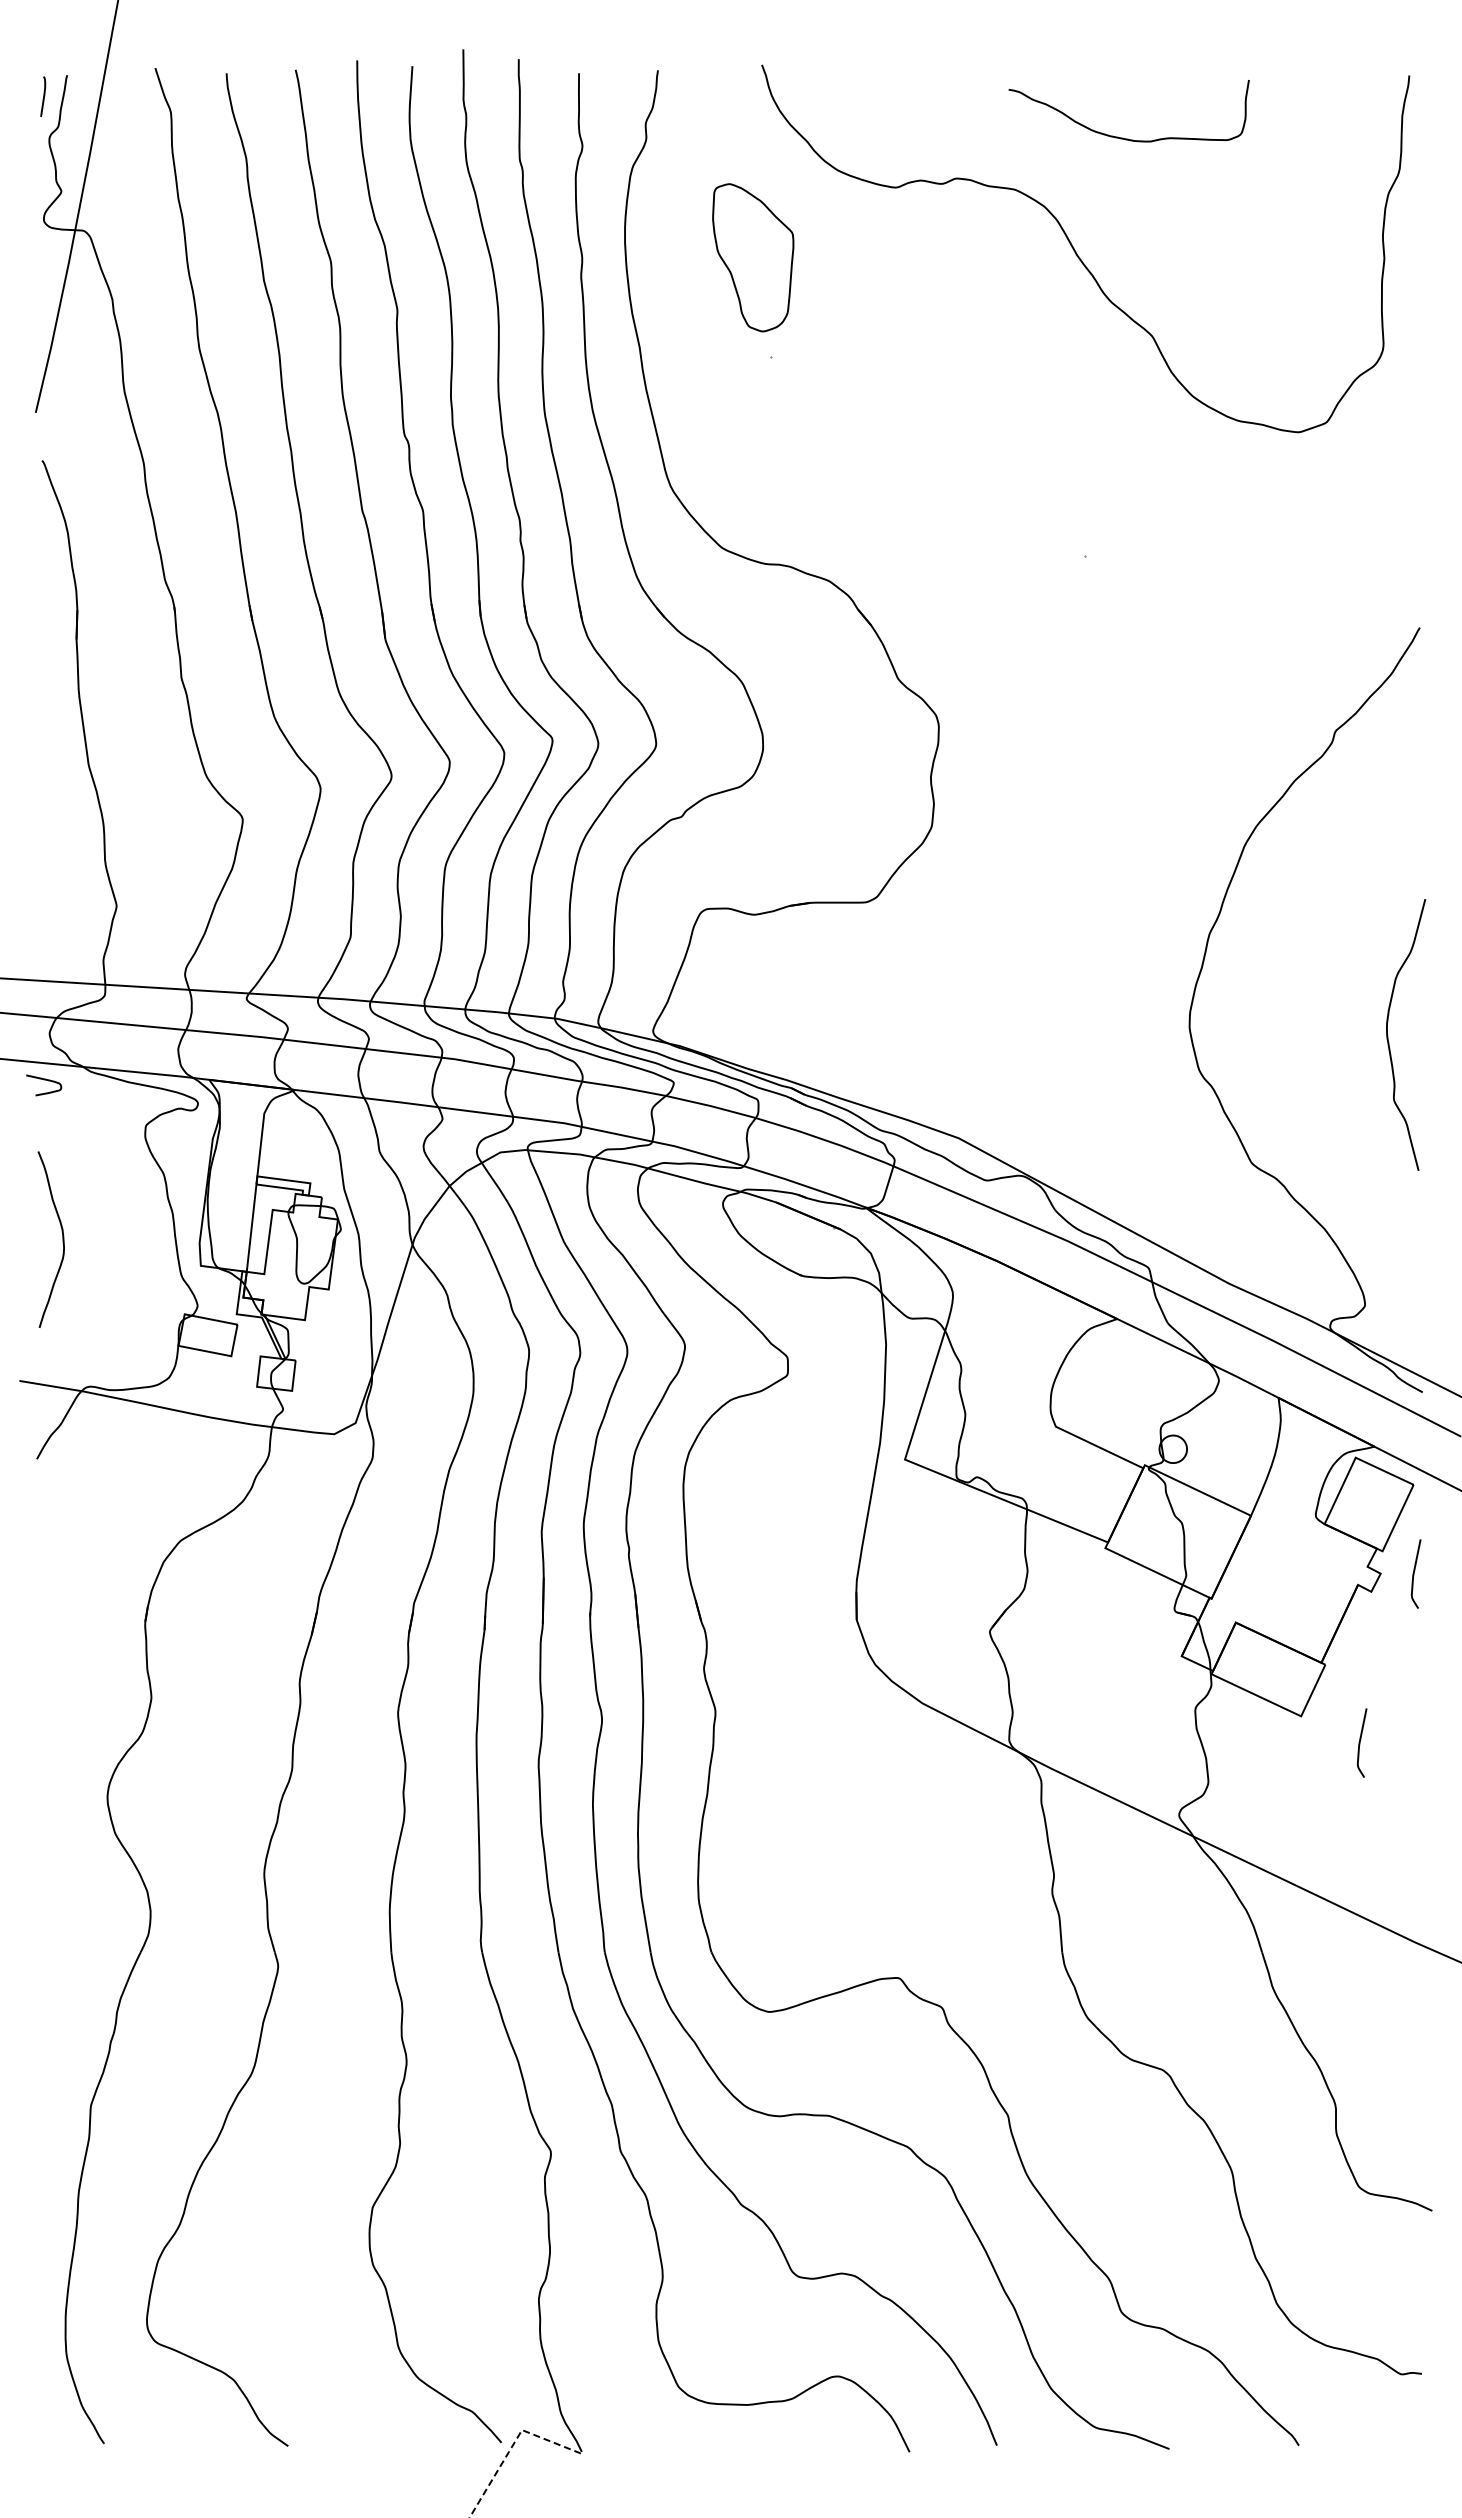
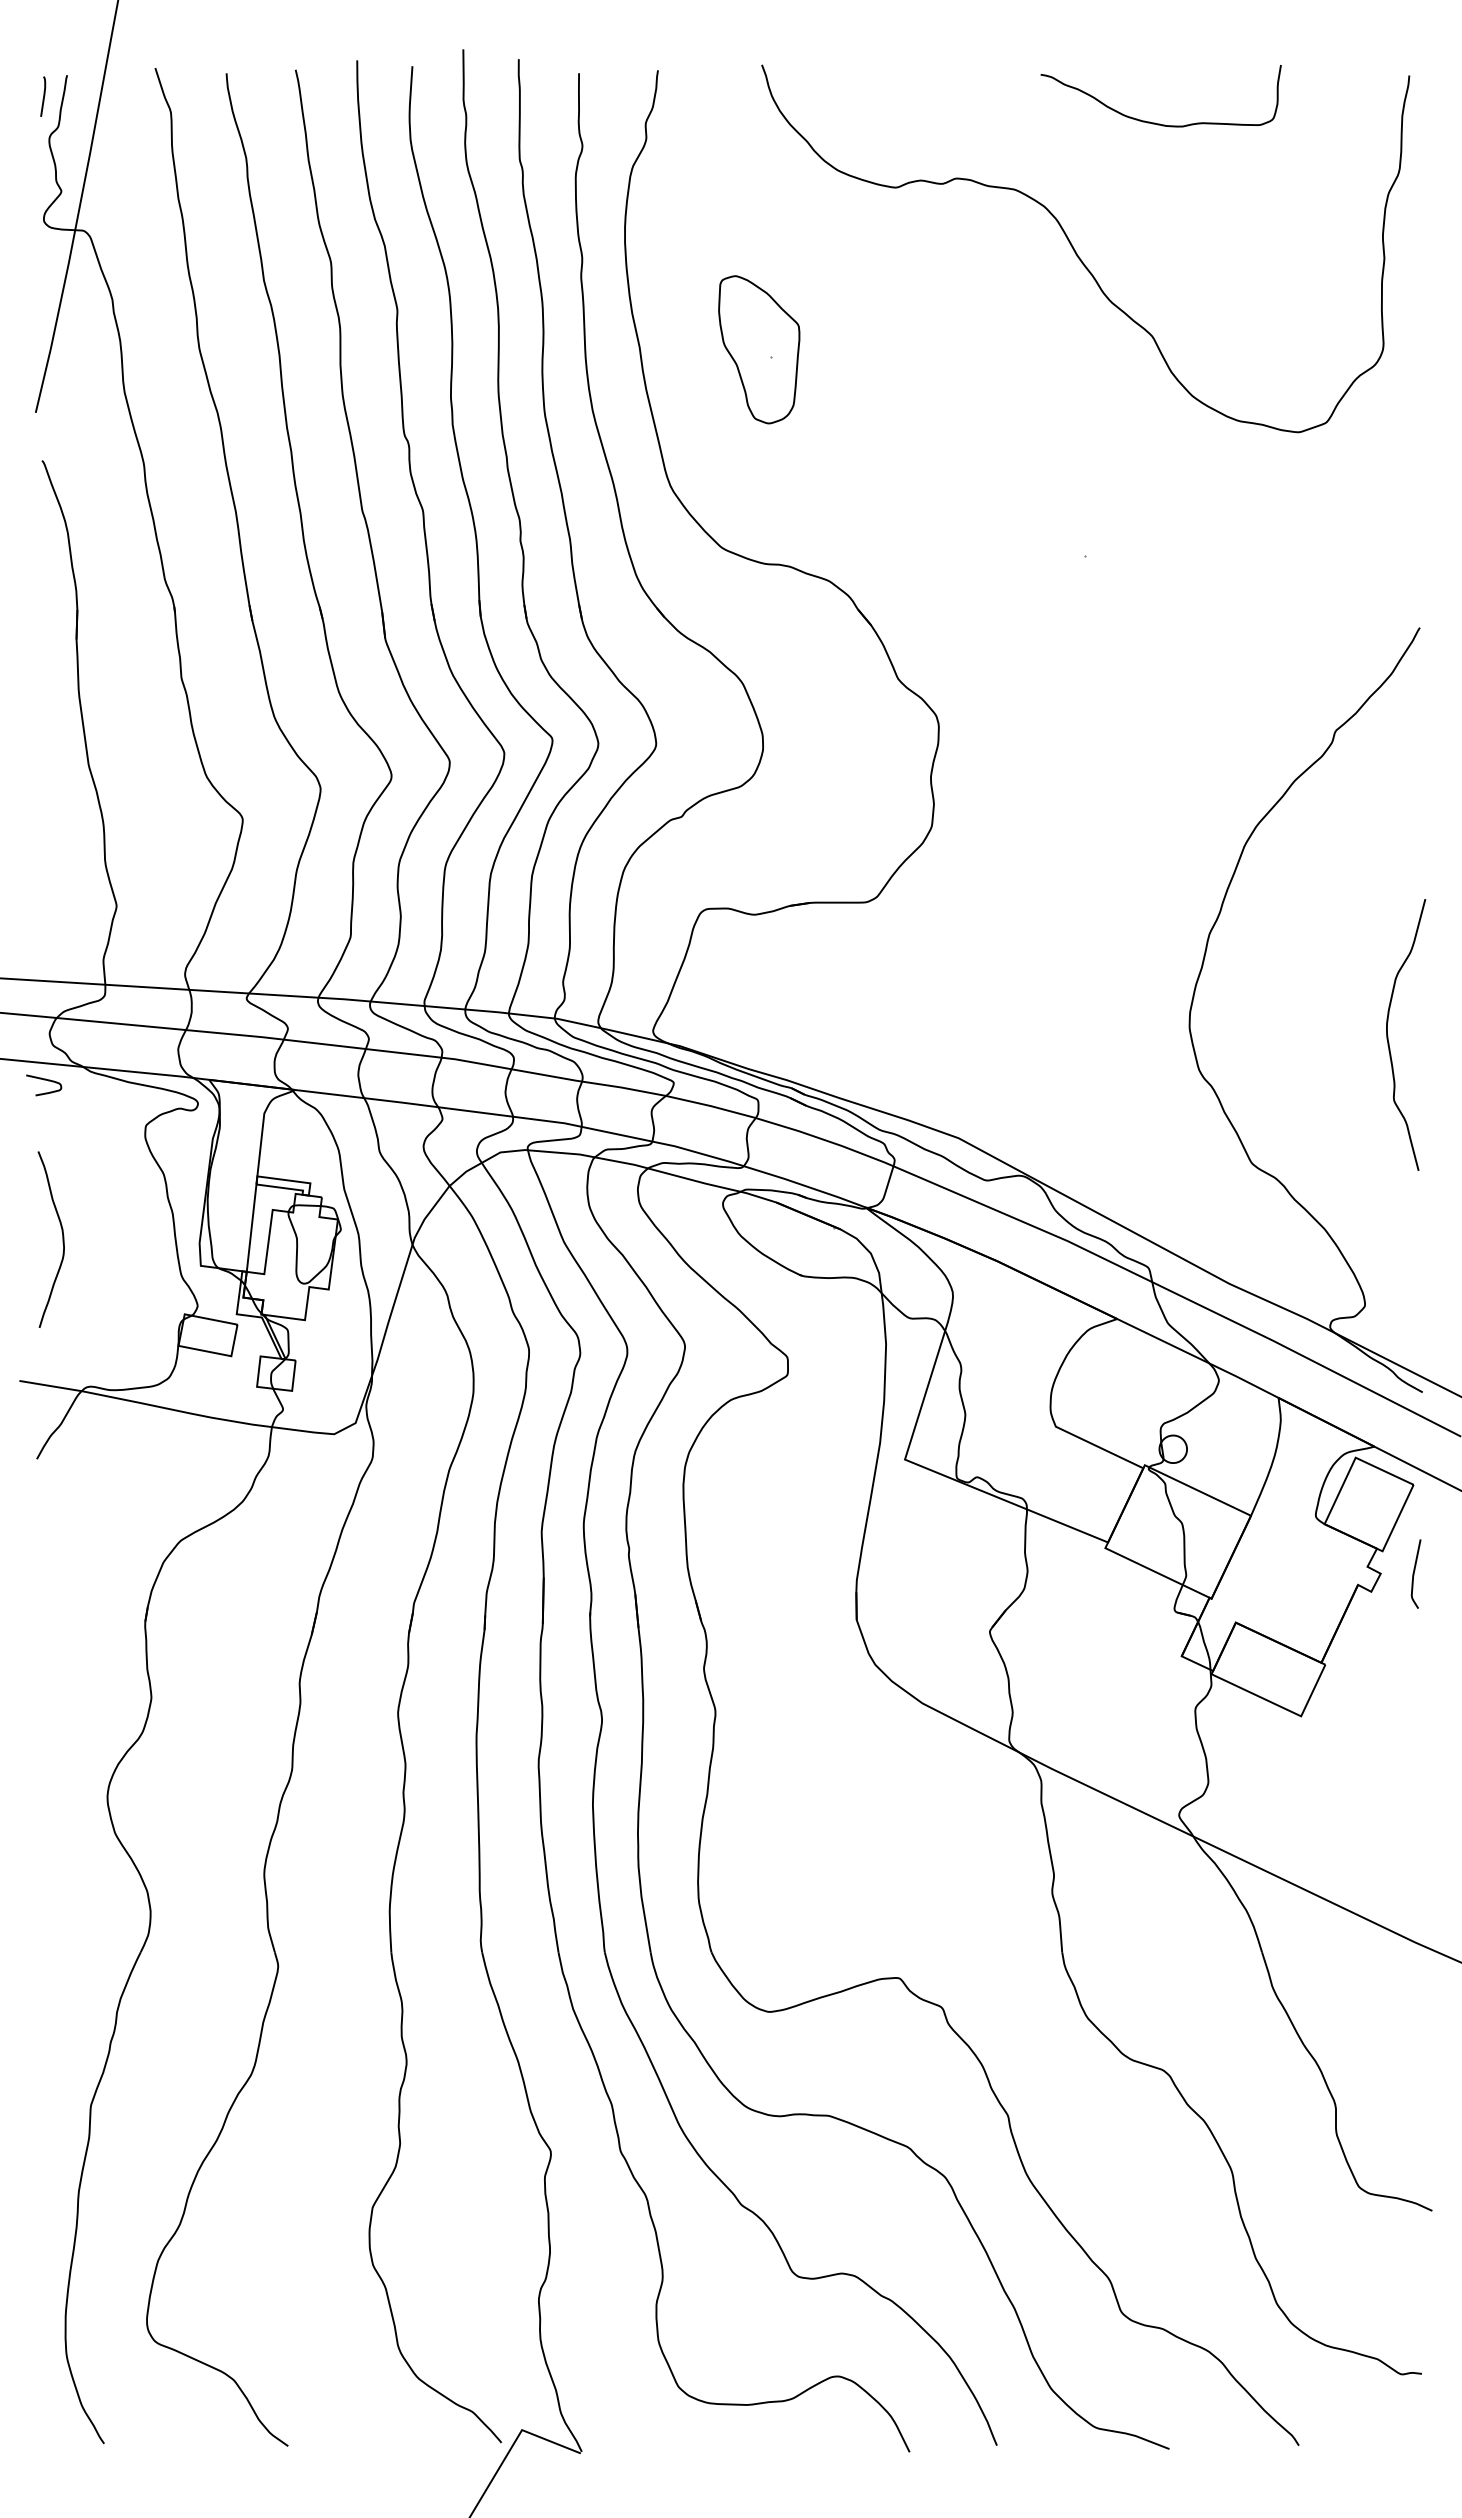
curve at (1123, 137) position: (1123, 137) -> (1155, 122)
part at (753, 257) position: (753, 257) -> (759, 349)
curve at (1360, 1742): present -> none
line at (512, 2446): dashed -> solid
